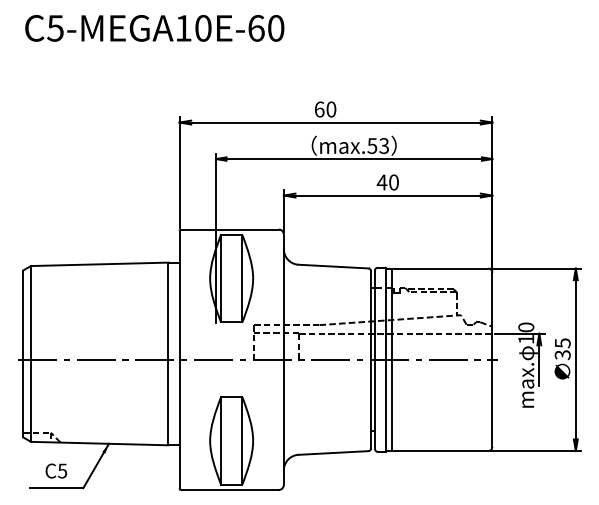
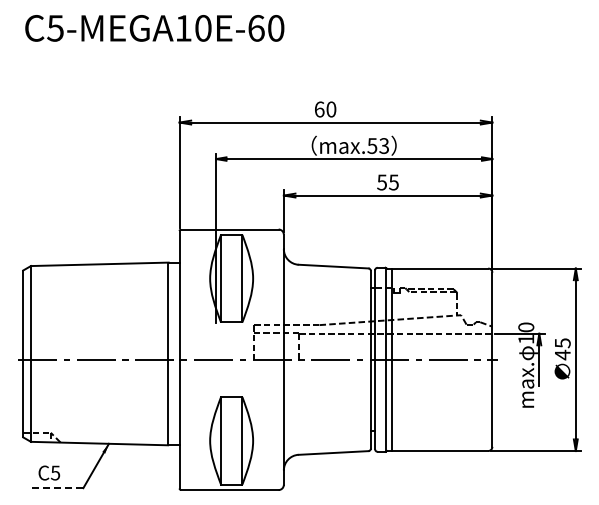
text at (387, 182): 40 -> 55
text at (562, 354): 35 -> 45
text at (56, 470) position: (56, 470) -> (49, 472)
line at (56, 488): solid -> dashed
